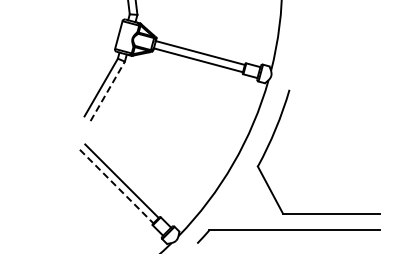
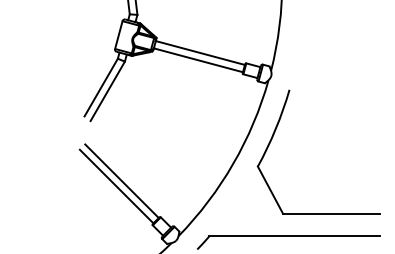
line at (108, 90): dashed -> solid
line at (117, 186): dashed -> solid
part at (288, 236) position: (288, 236) -> (288, 242)
